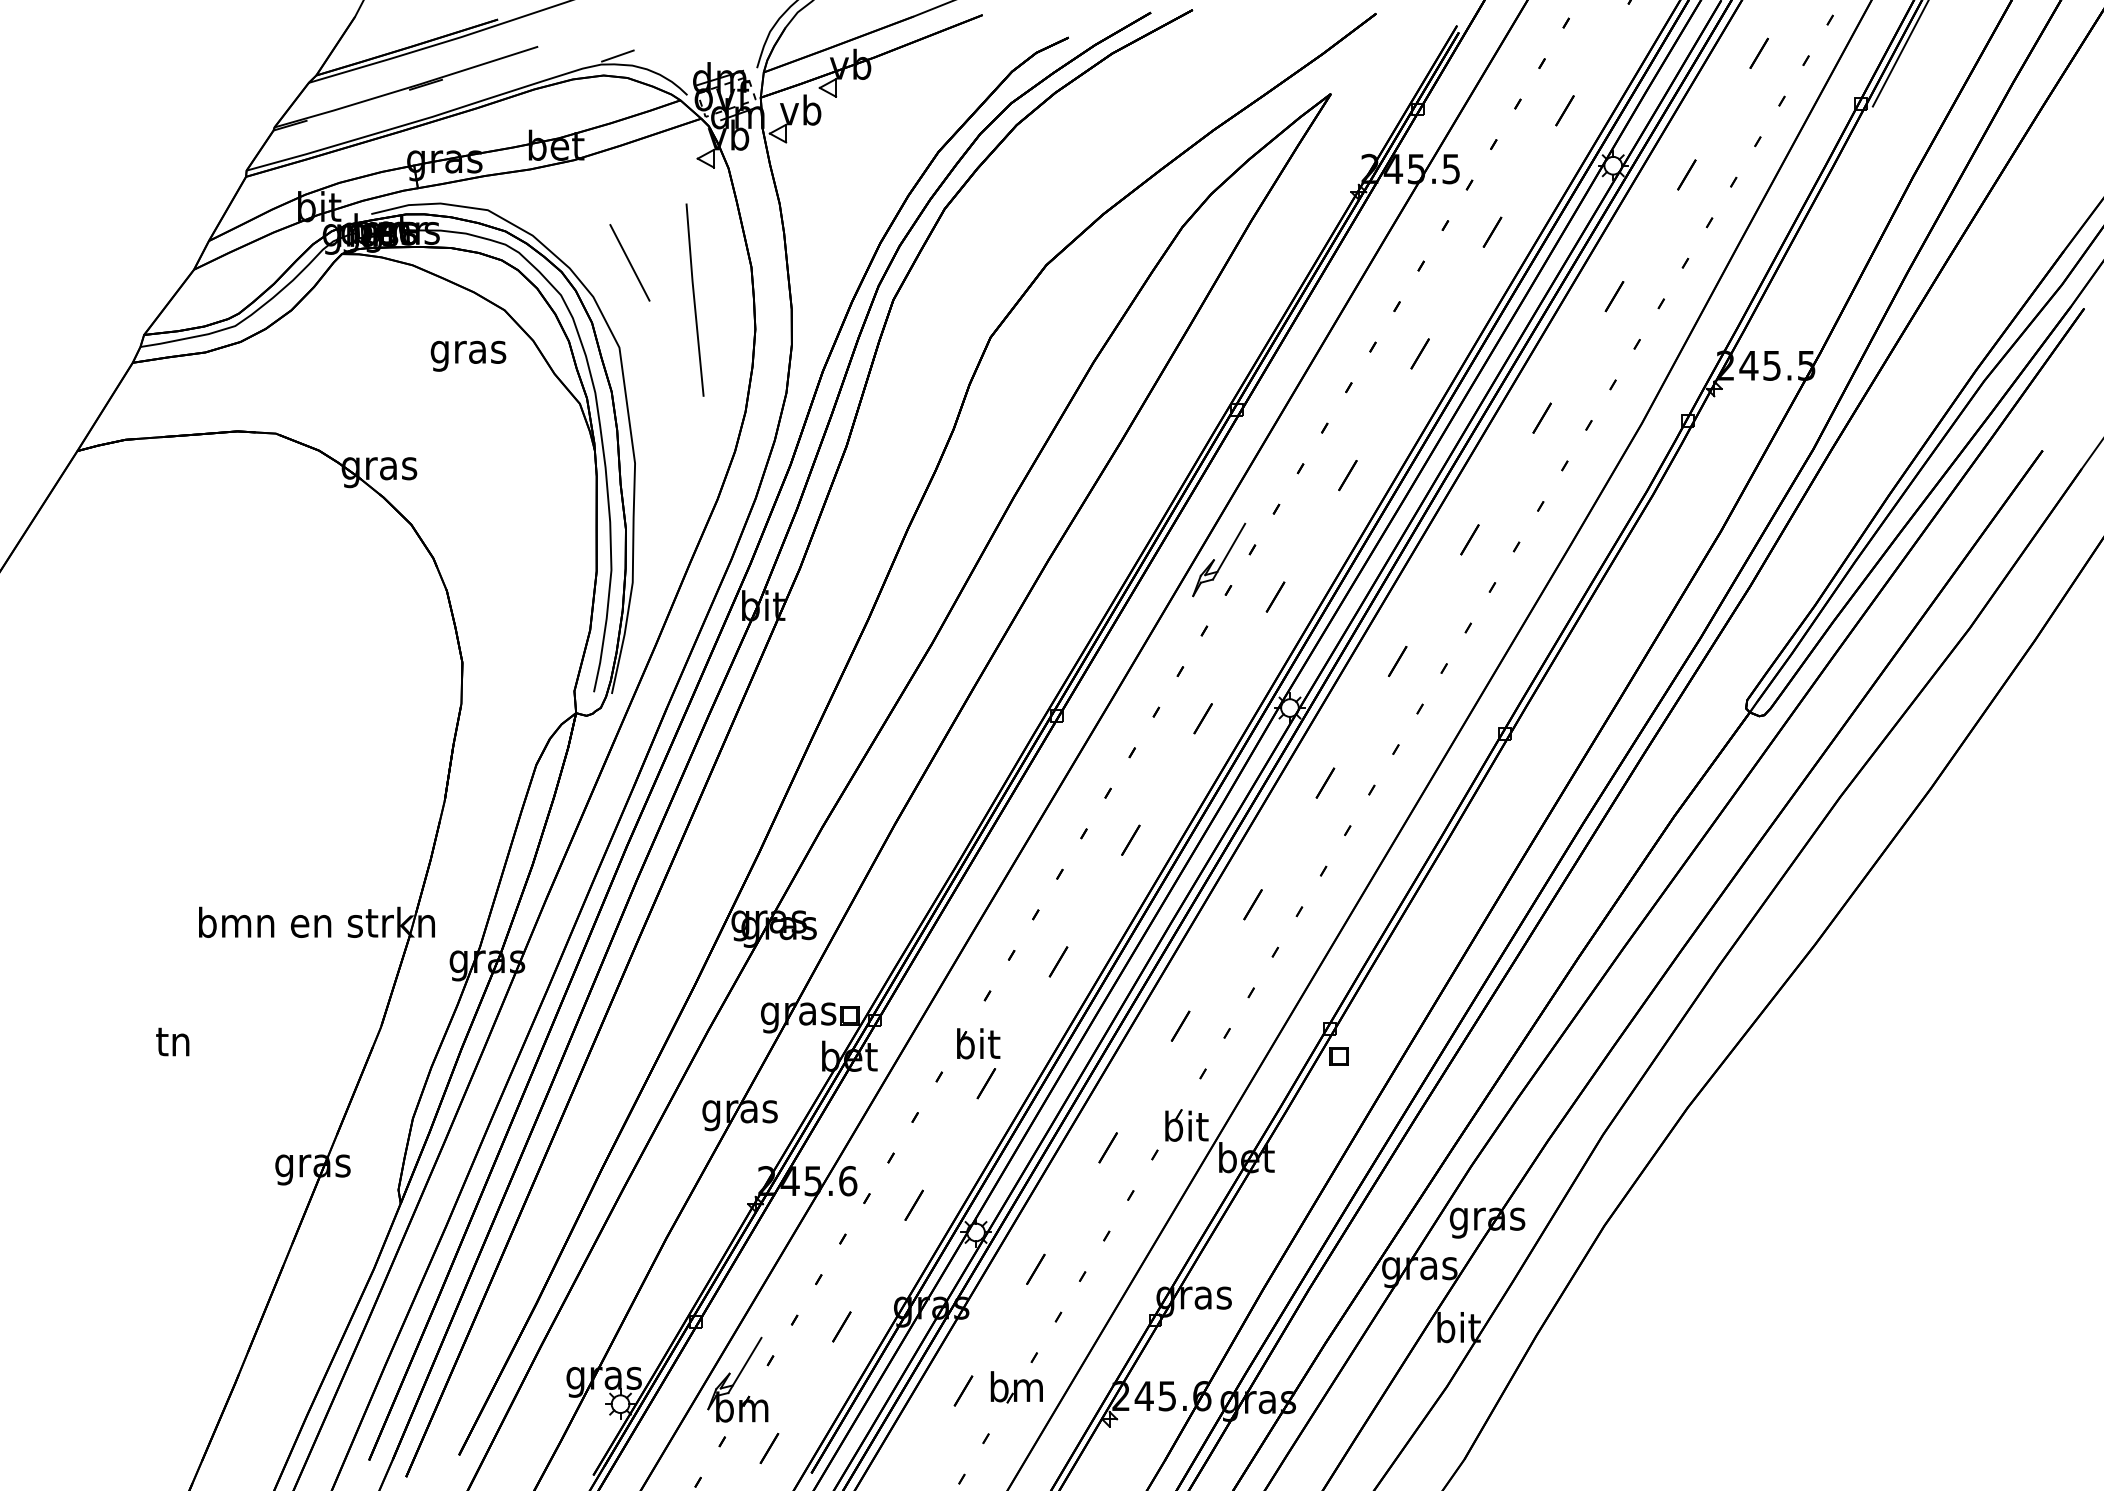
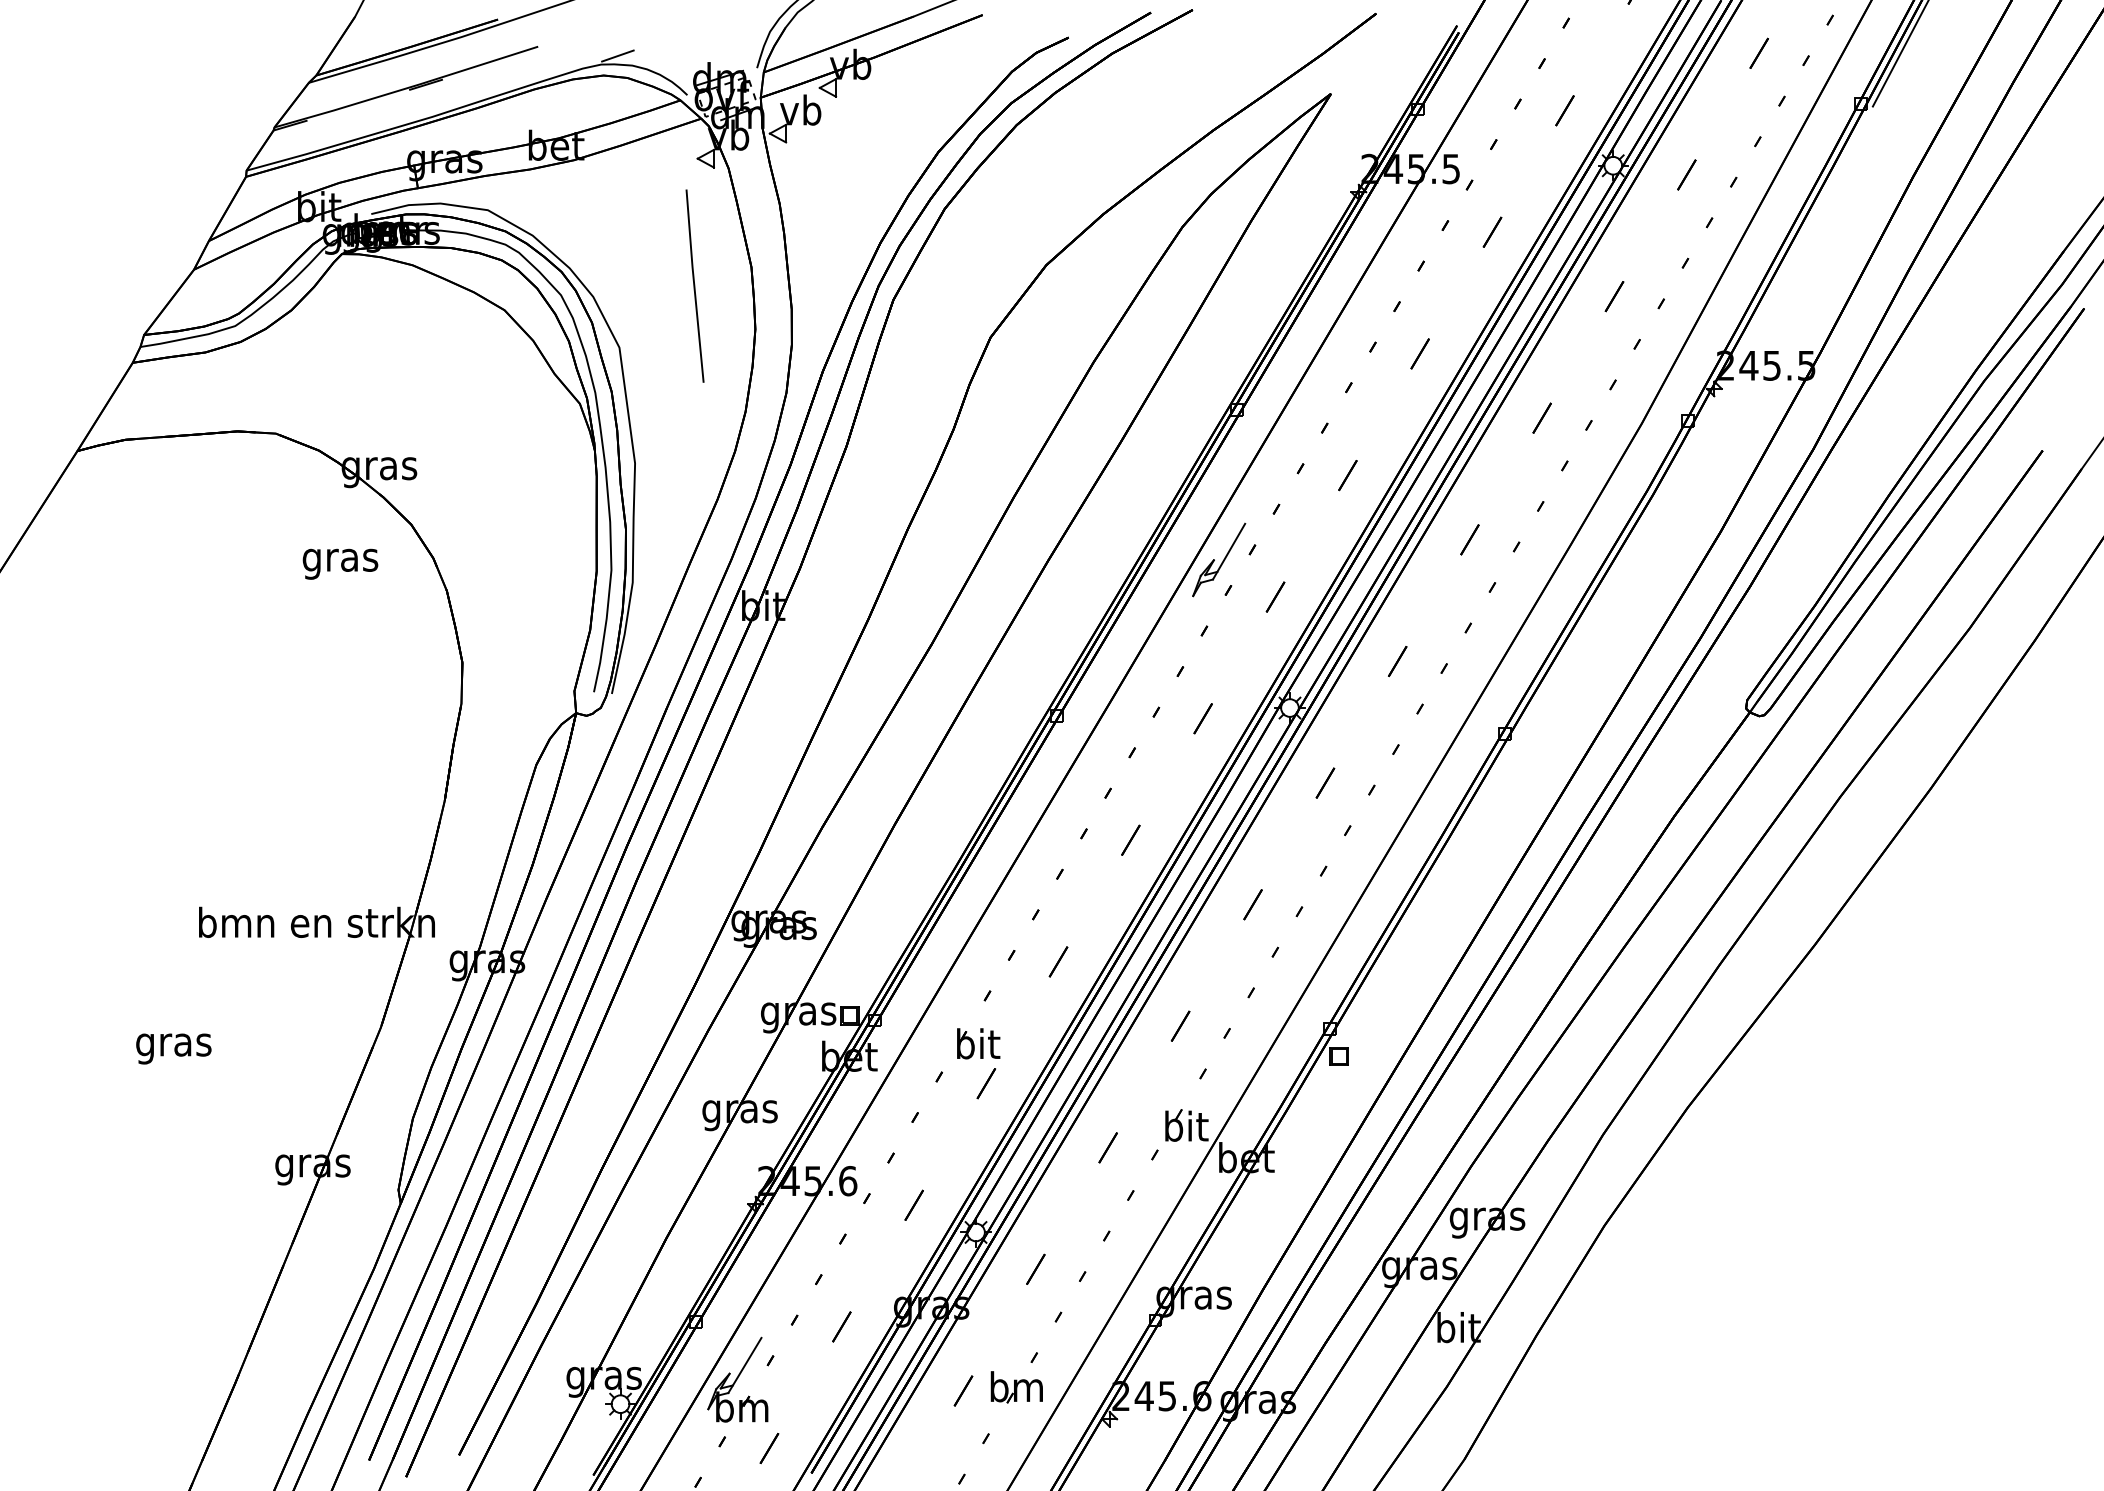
line at (629, 262): present -> none
line at (694, 299) position: (694, 299) -> (694, 285)
text at (468, 355) position: (468, 355) -> (340, 563)
text at (173, 1045): tn -> gras
